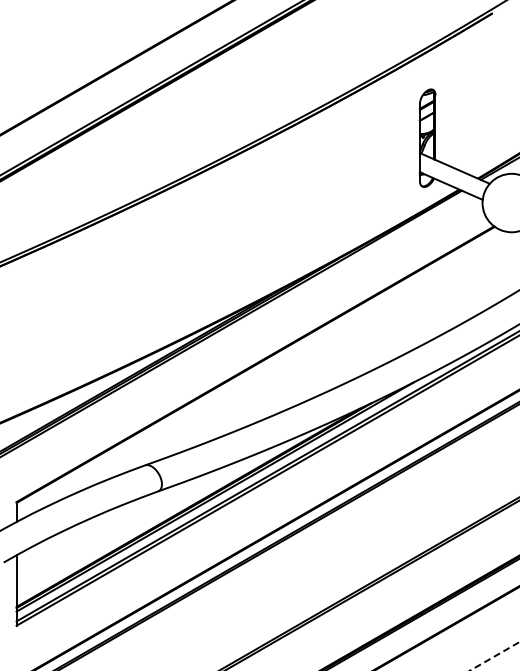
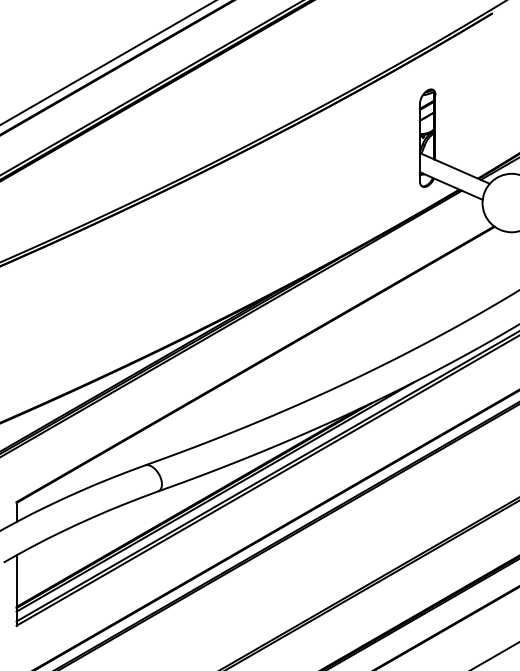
line at (107, 62): none -> present
line at (494, 656): dashed -> solid
